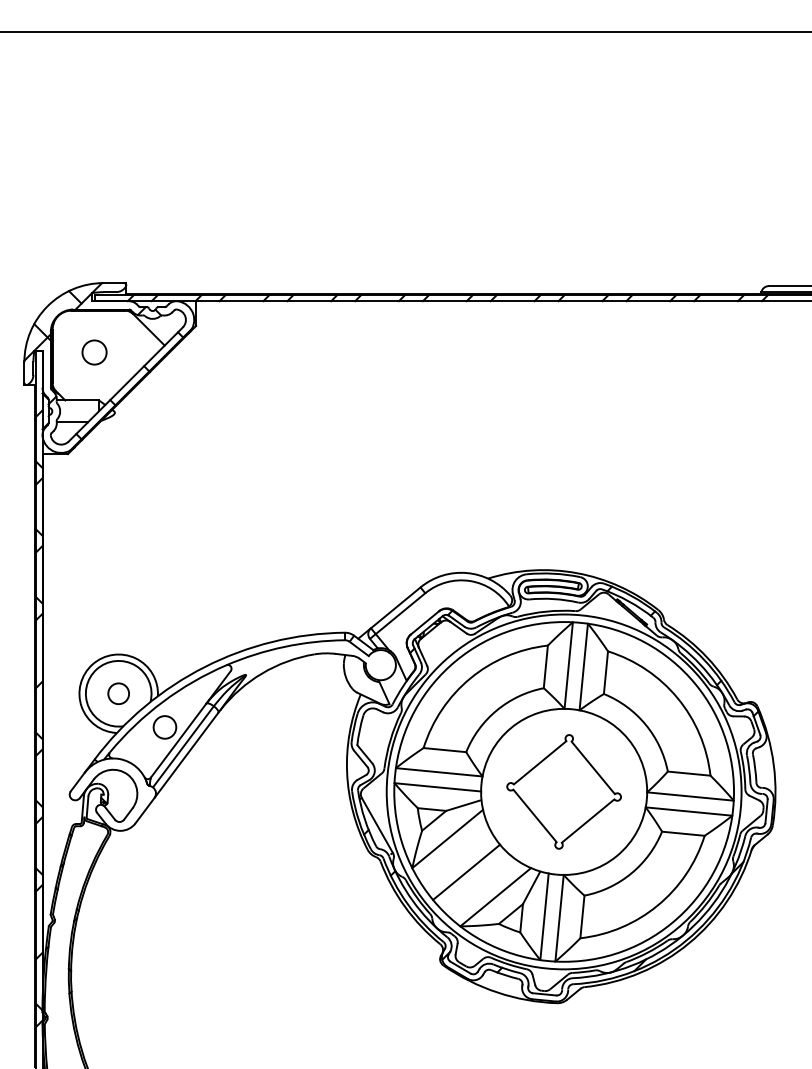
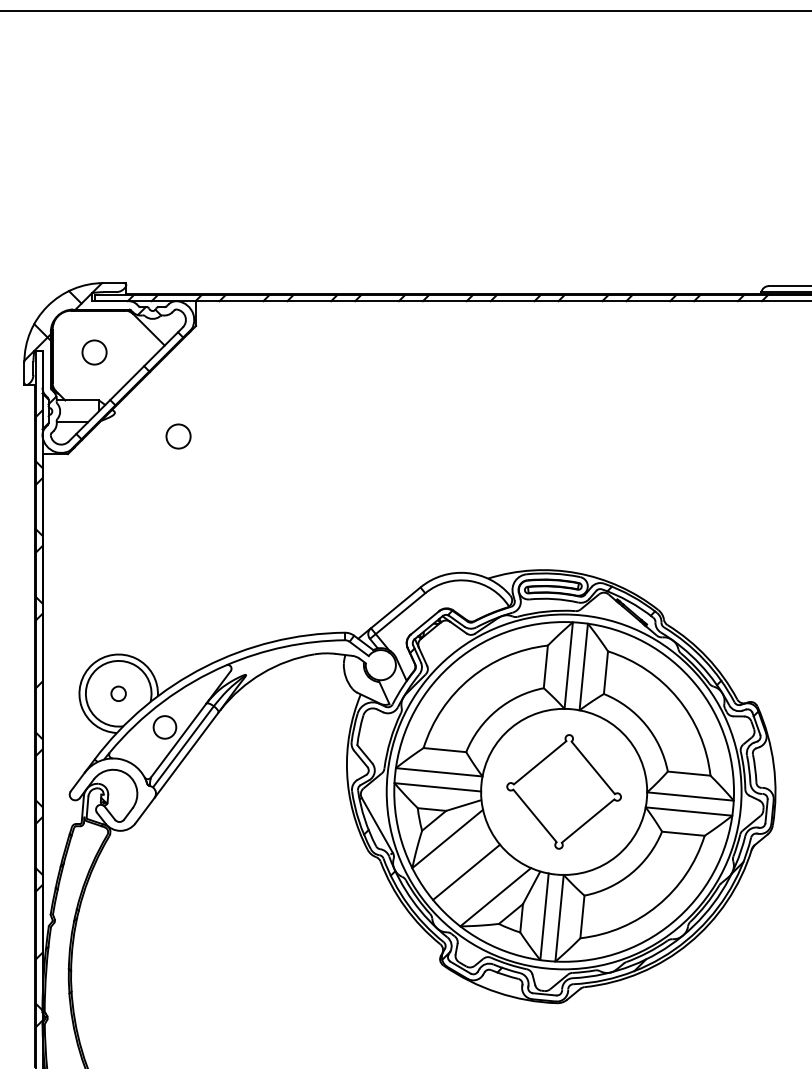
line at (405, 32) position: (405, 32) -> (405, 11)
circle at (178, 436): none -> present
circle at (118, 693) size: 23x24 px -> 17x17 px
